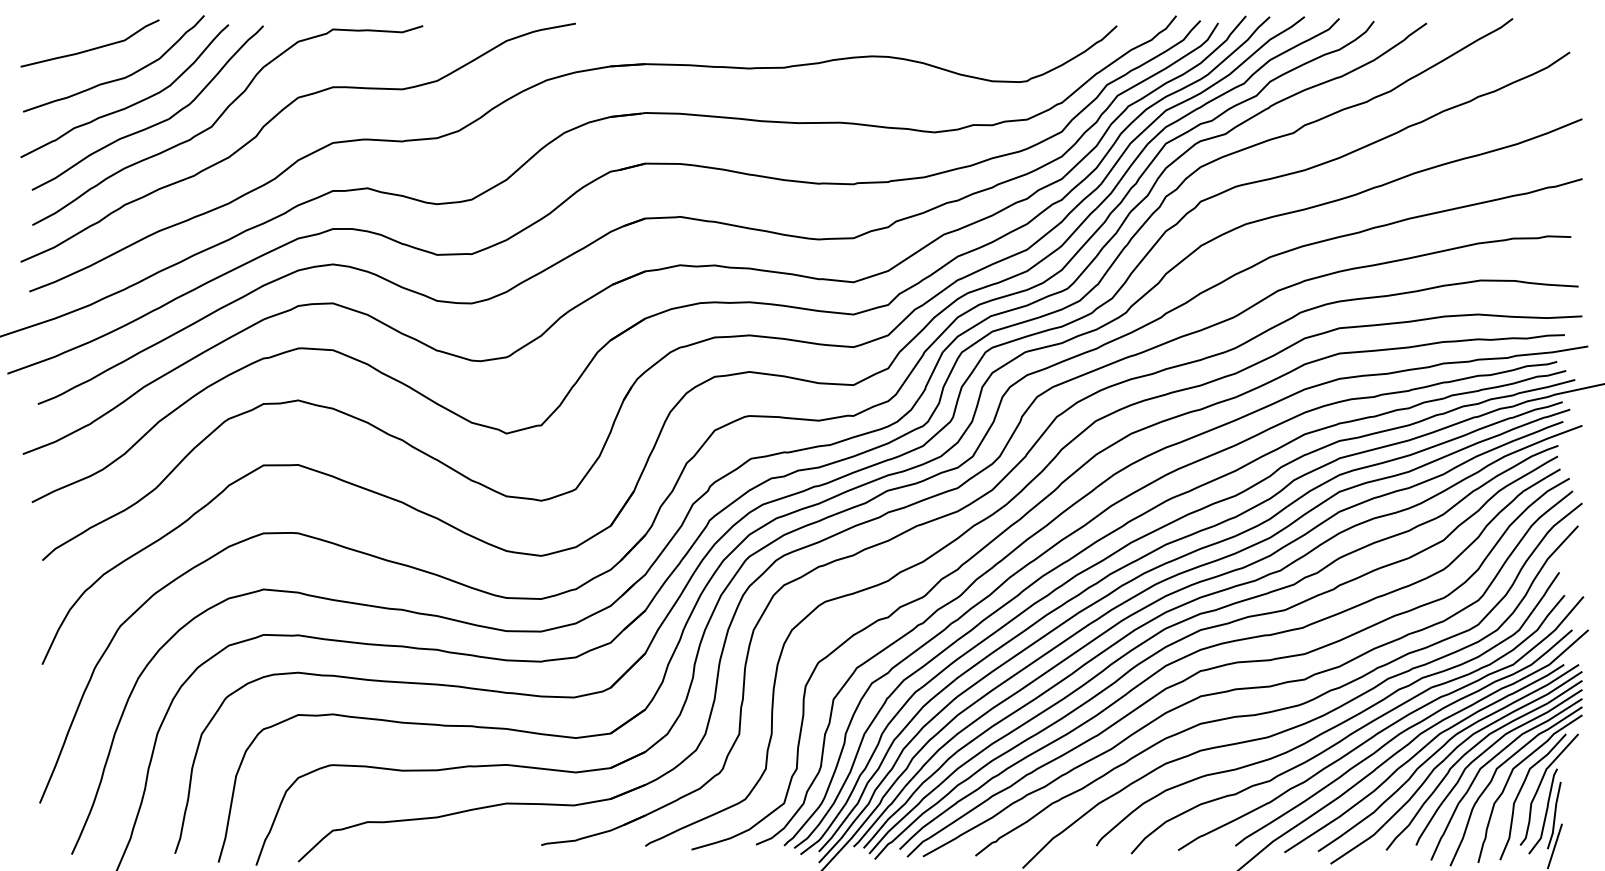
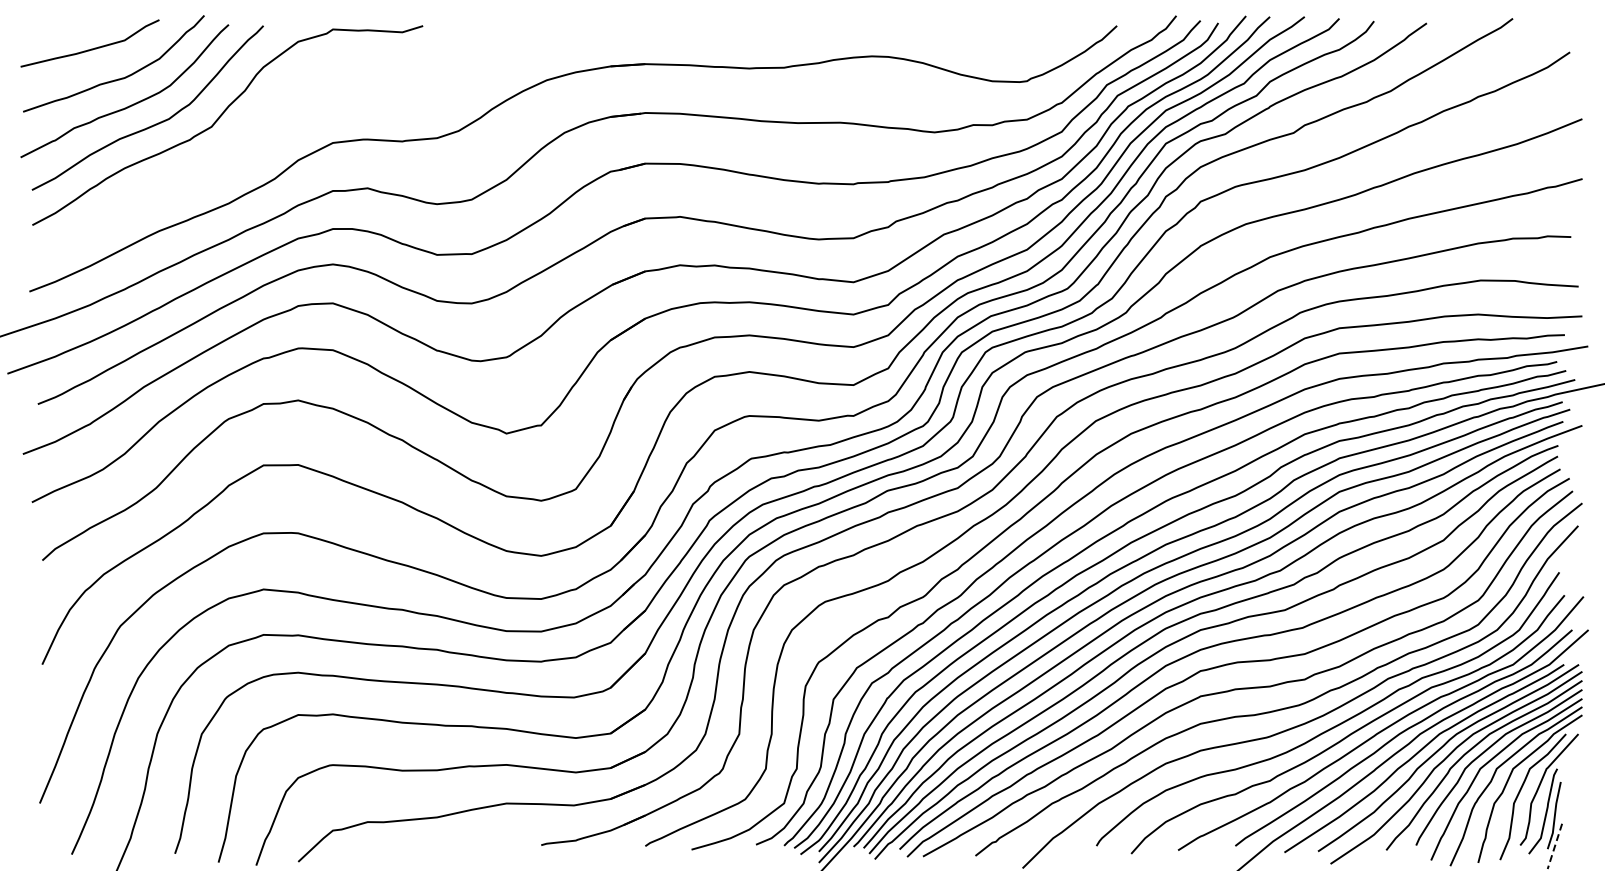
curve at (274, 118): present -> none
line at (1554, 846): solid -> dashed
